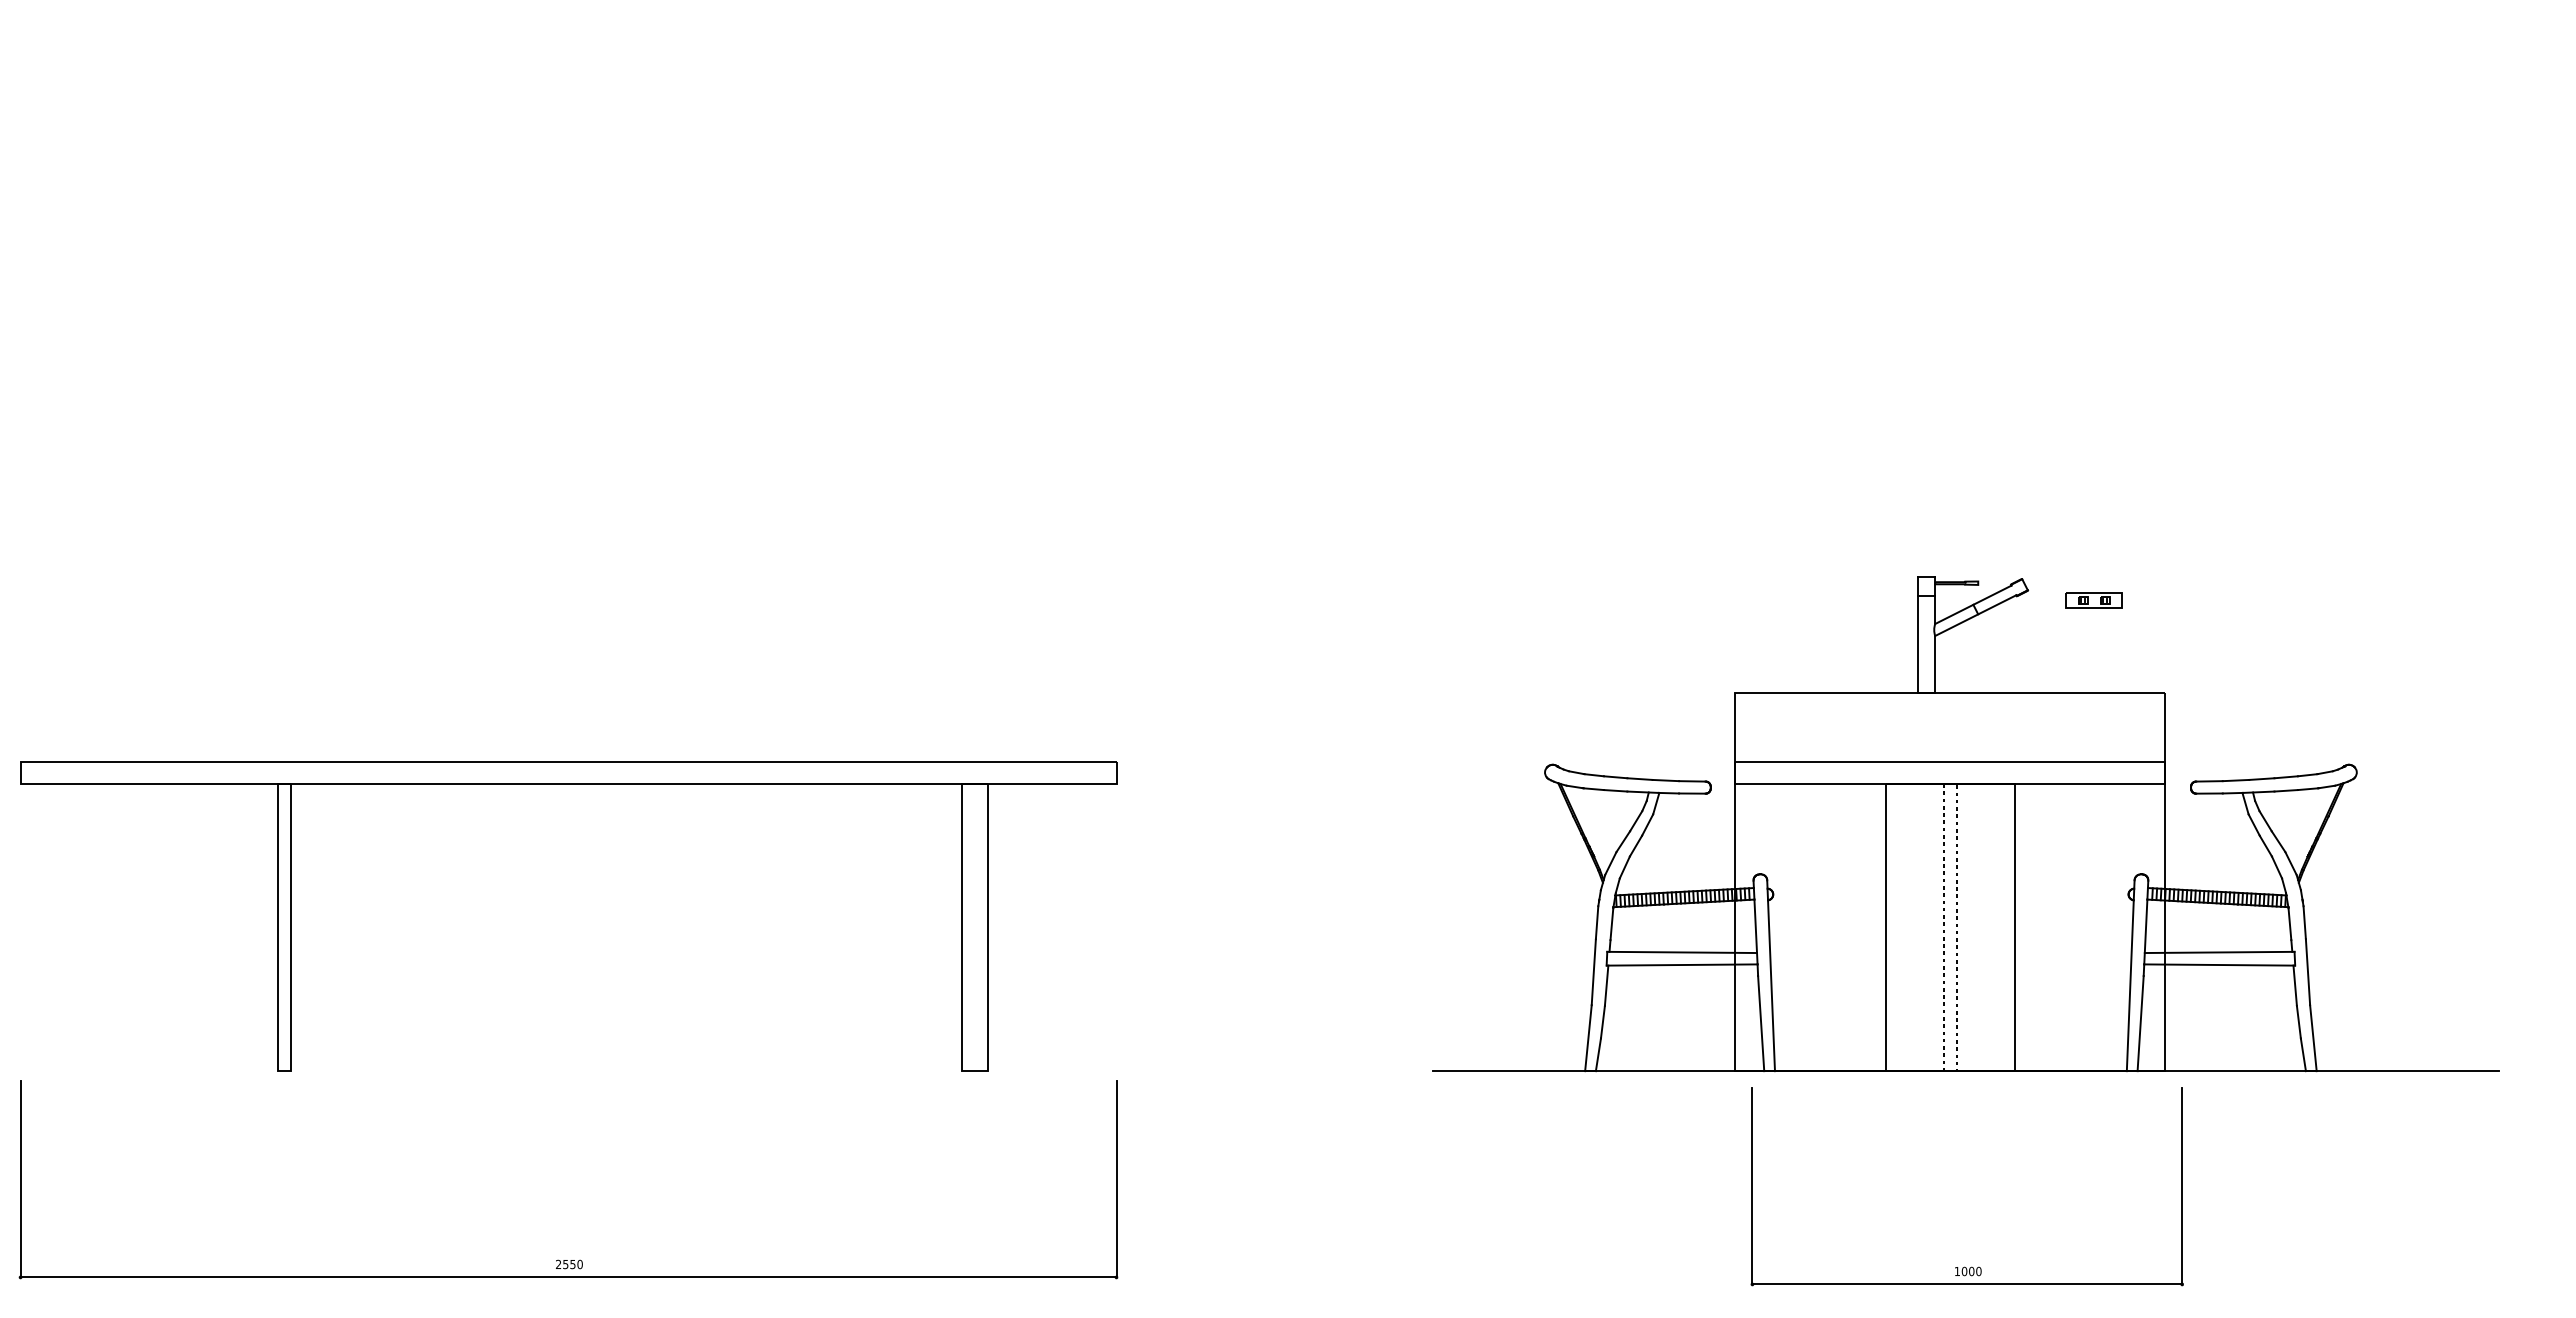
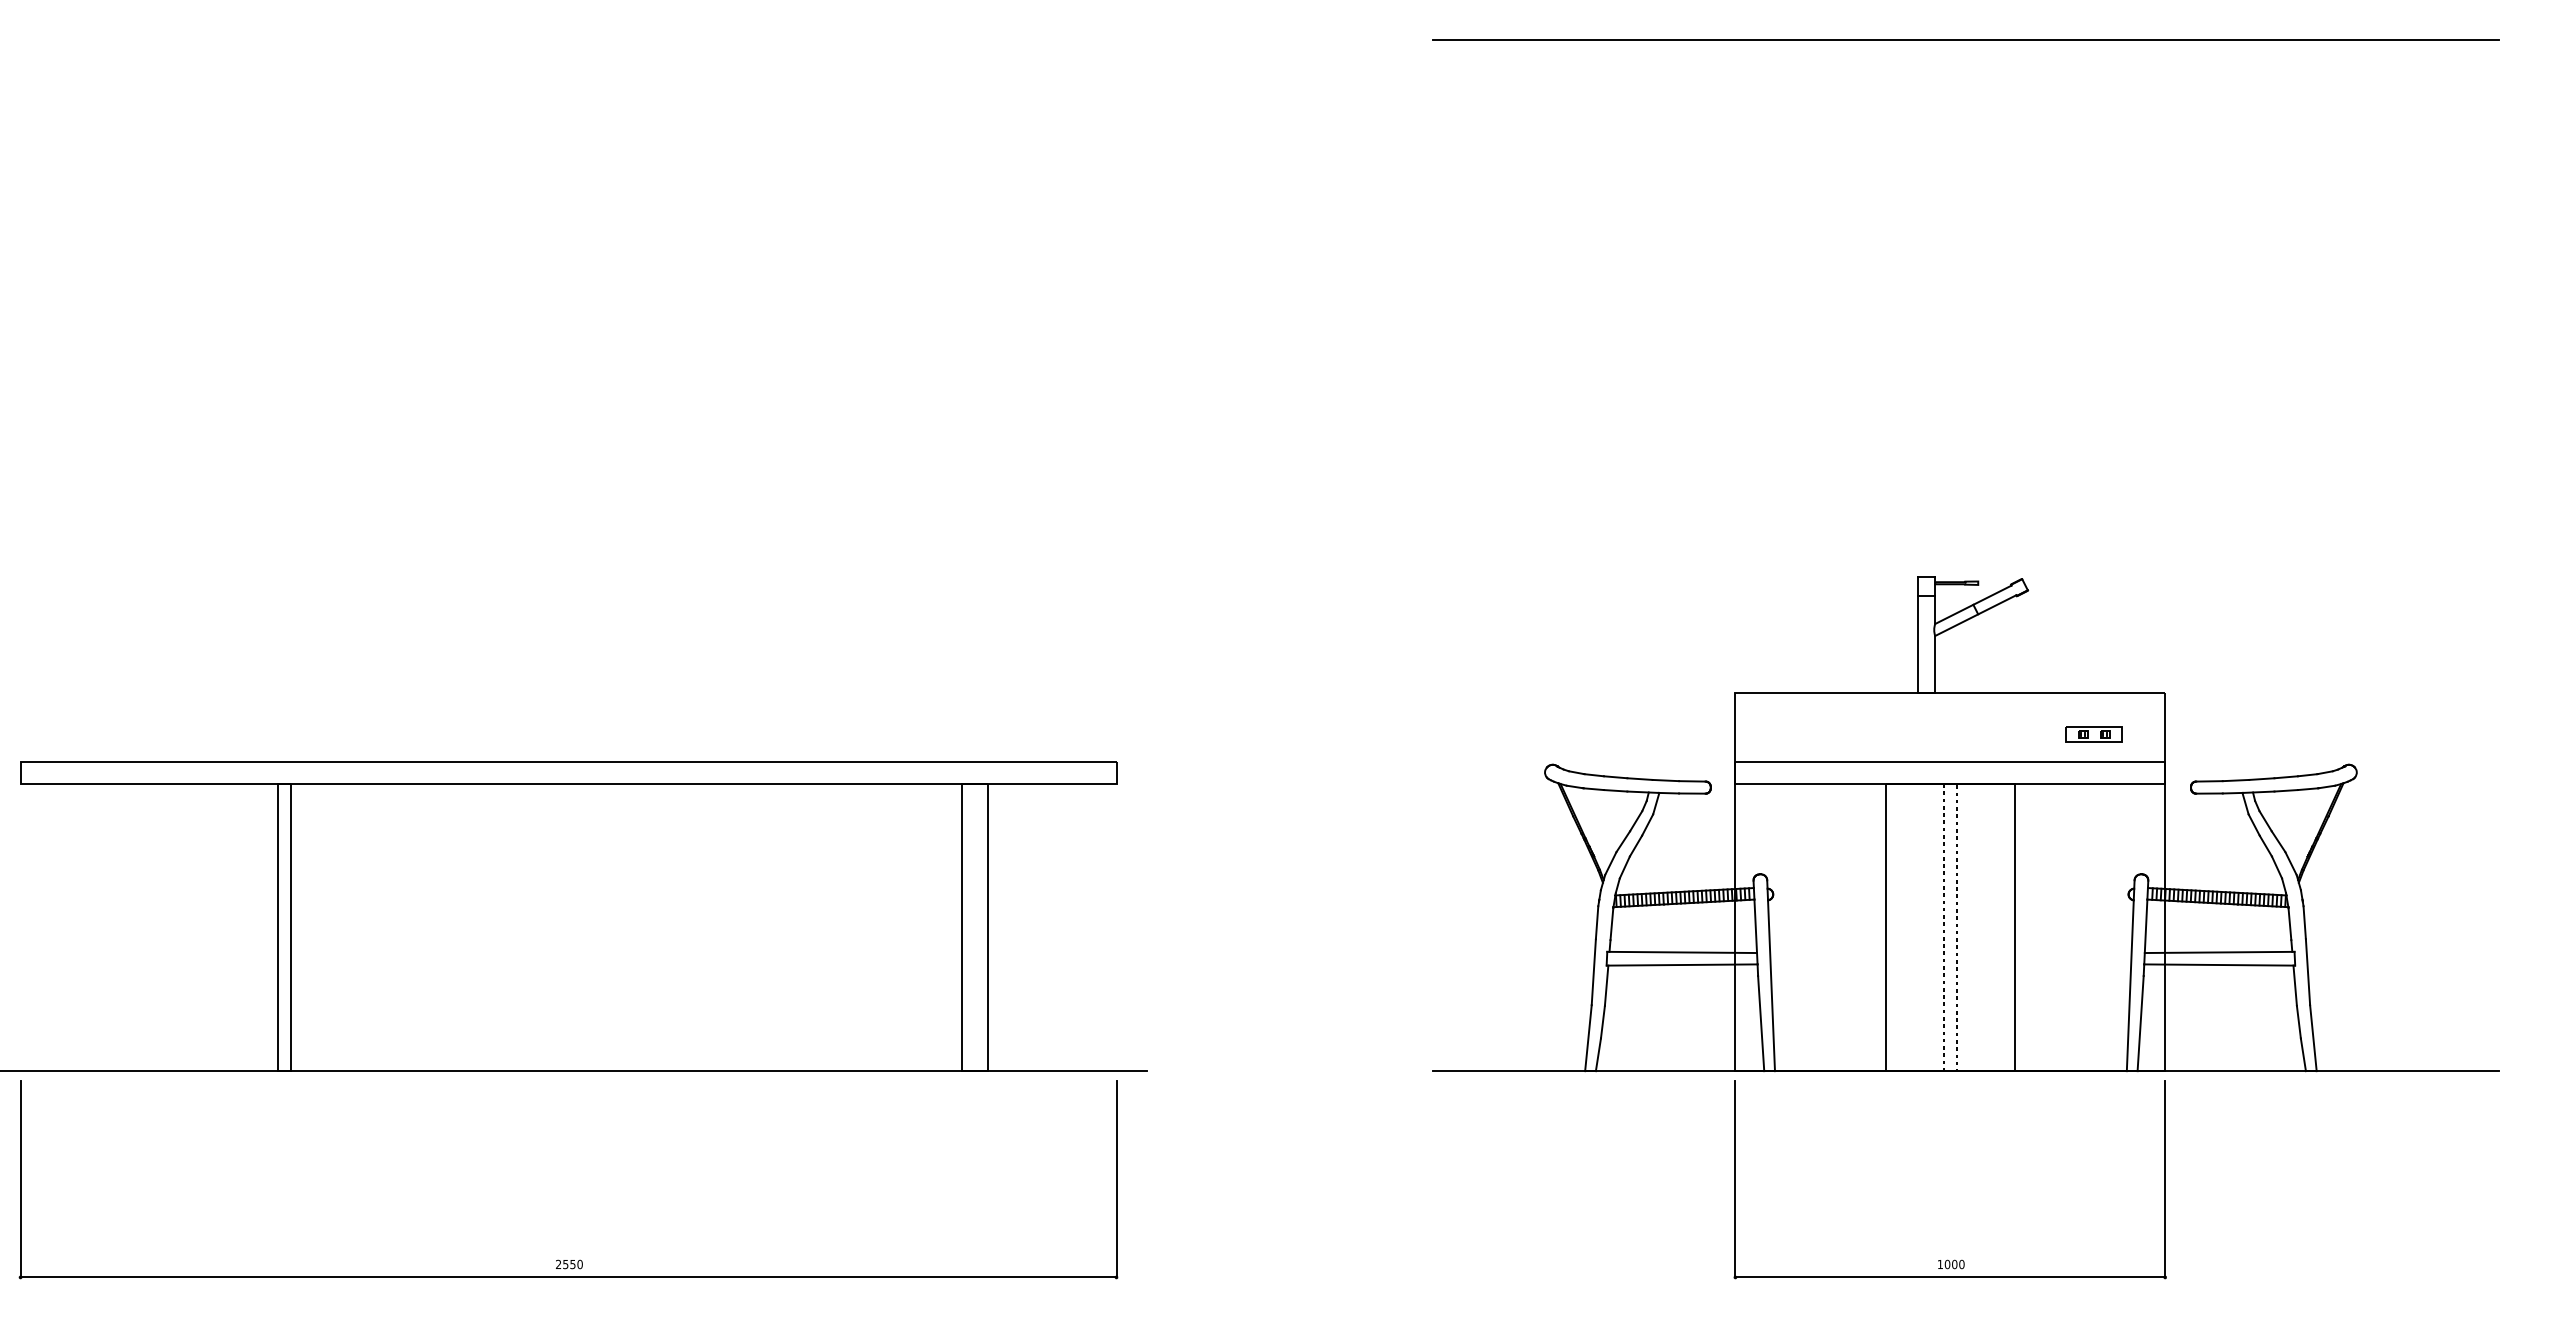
line at (1965, 39): none -> present
part at (2093, 600) position: (2093, 600) -> (2093, 734)
line at (574, 1071): none -> present
part at (1964, 1266) position: (1964, 1266) -> (1947, 1259)
